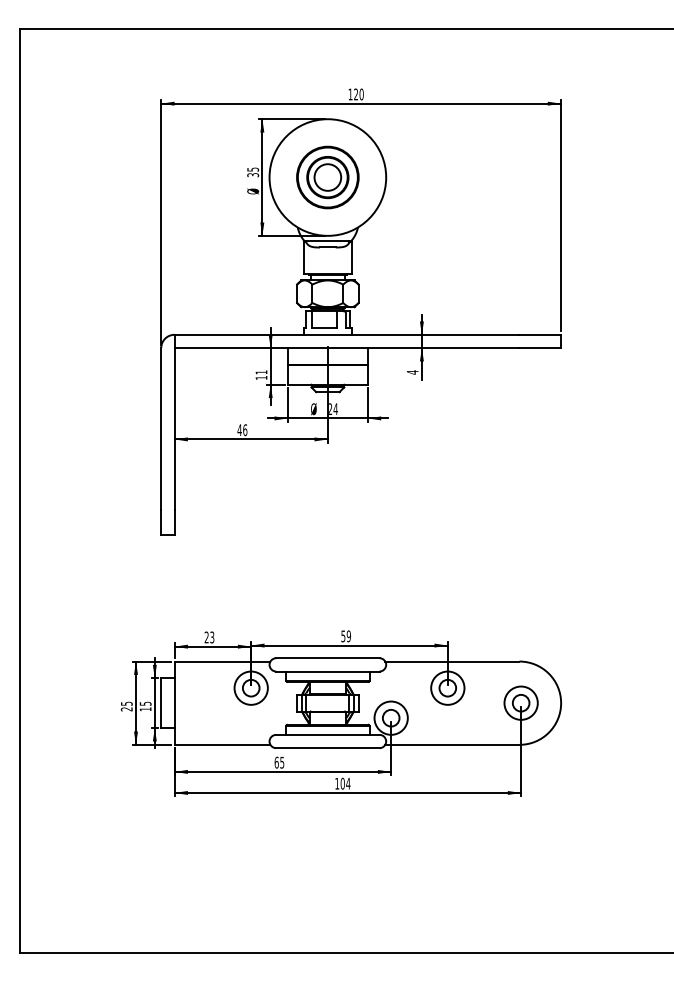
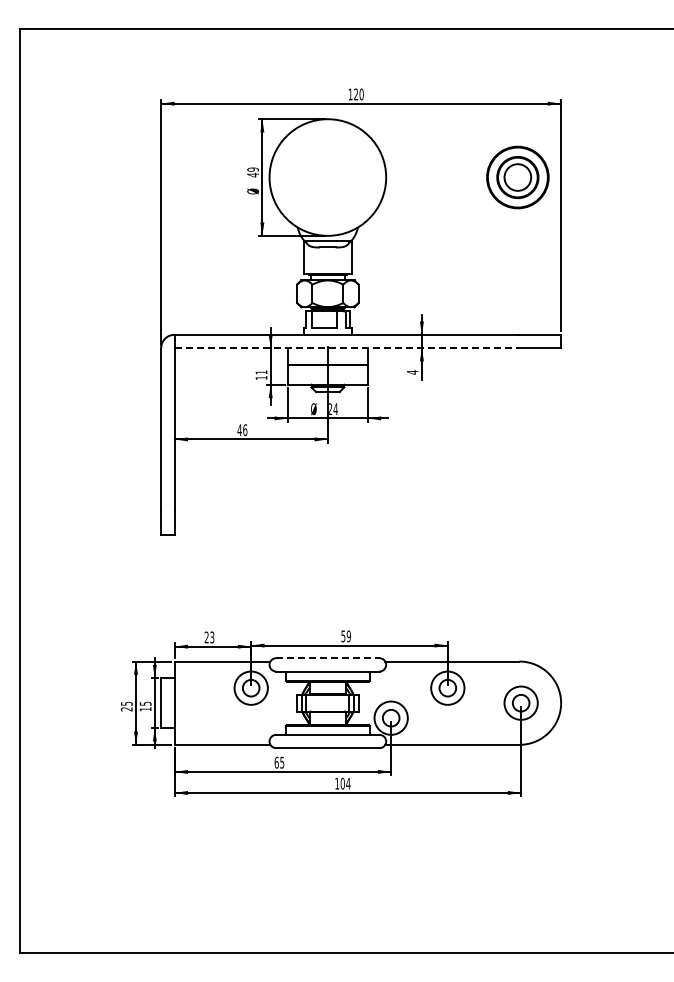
text at (253, 172): 35 -> 49
part at (327, 177) position: (327, 177) -> (517, 177)
line at (347, 348): solid -> dashed
line at (327, 658): solid -> dashed
